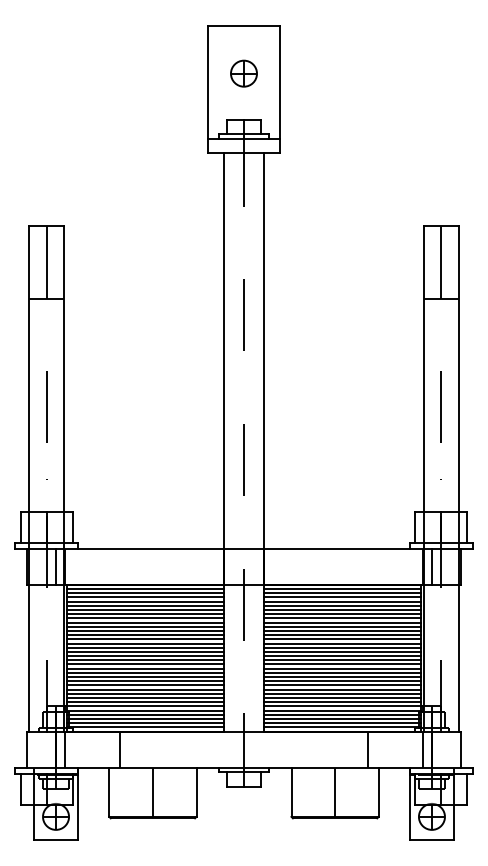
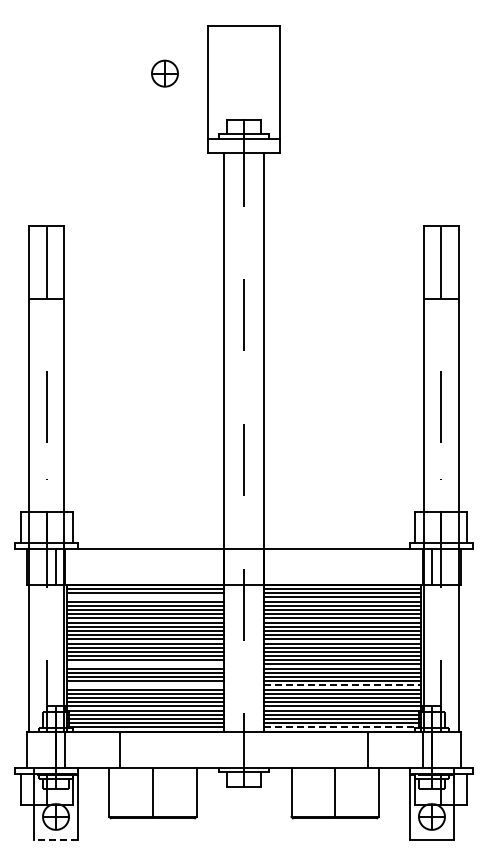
part at (243, 73) position: (243, 73) -> (164, 73)
line at (144, 597): present -> none
line at (144, 664): present -> none
line at (144, 685): present -> none
line at (343, 685): solid -> dashed
line at (343, 727): solid -> dashed
line at (56, 840): solid -> dashed
